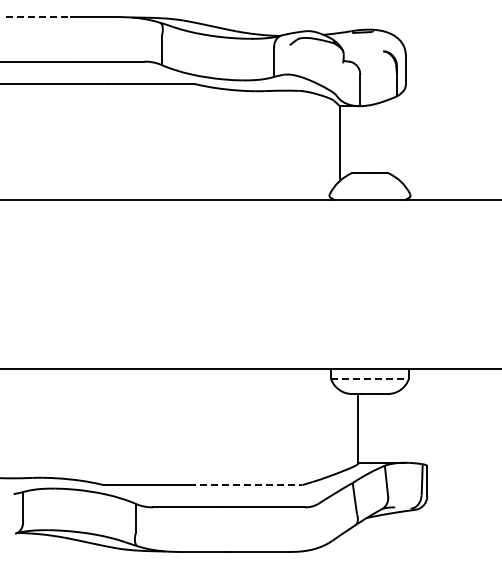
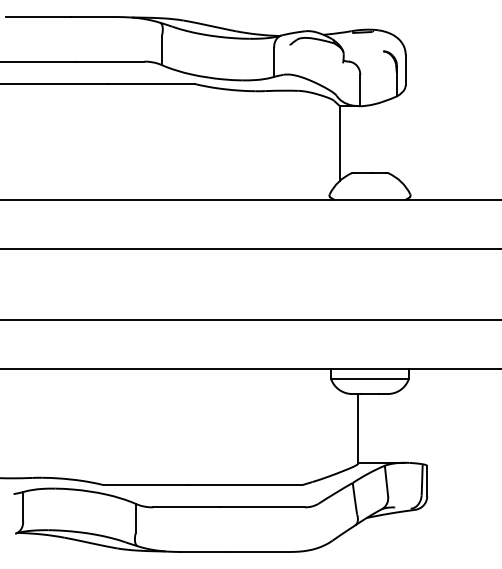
line at (38, 17): dashed -> solid
line at (250, 248): none -> present
line at (250, 320): none -> present
line at (370, 378): dashed -> solid
line at (245, 485): dashed -> solid
